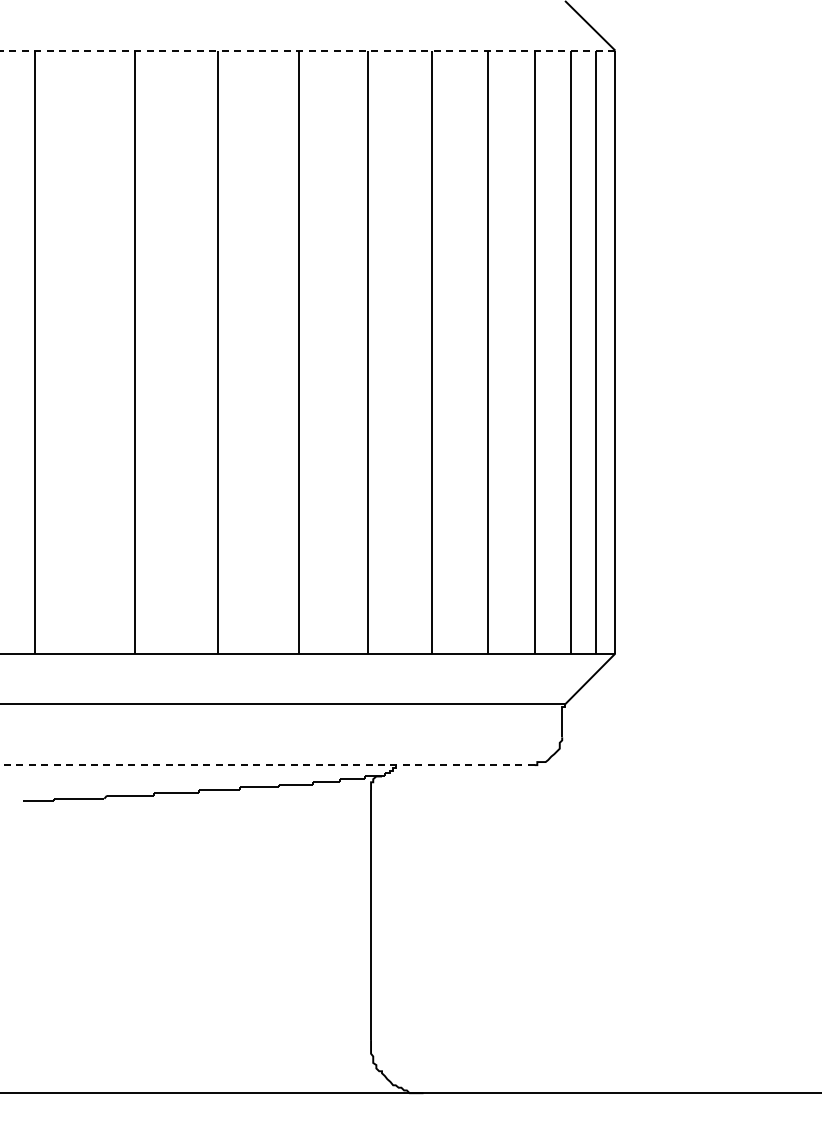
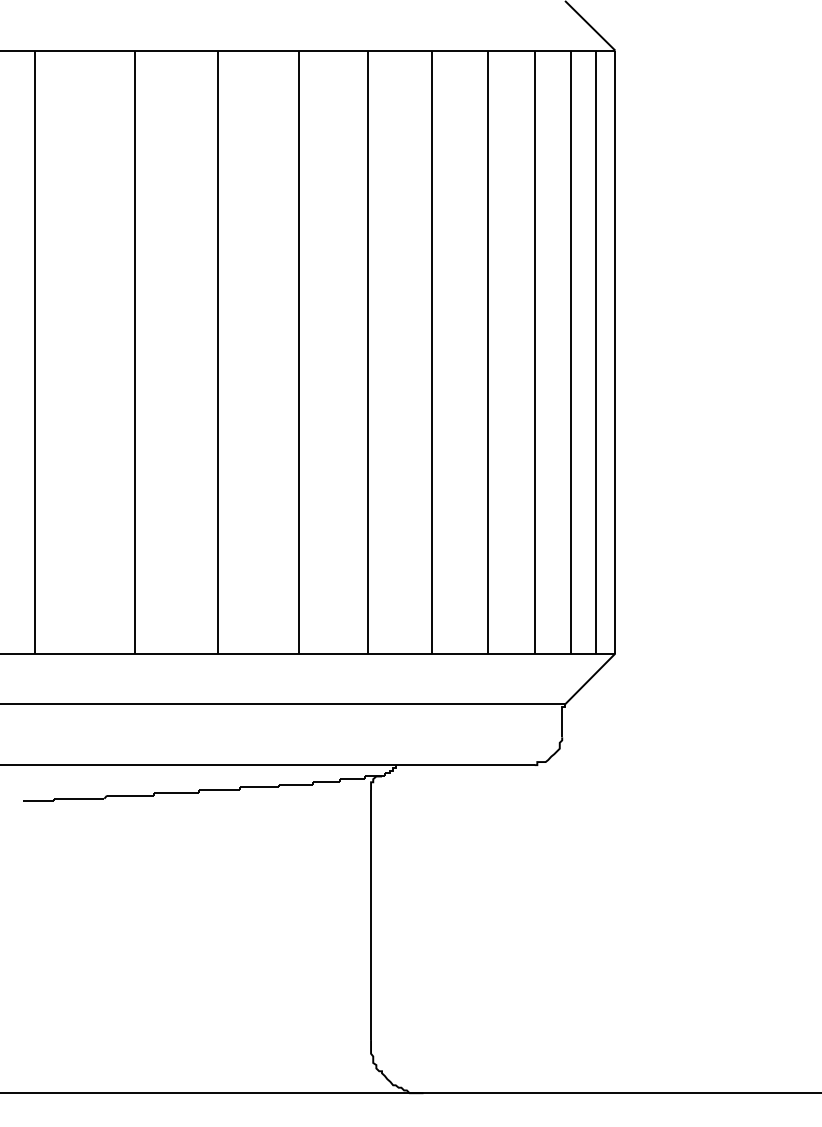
line at (307, 50): dashed -> solid
line at (267, 765): dashed -> solid
